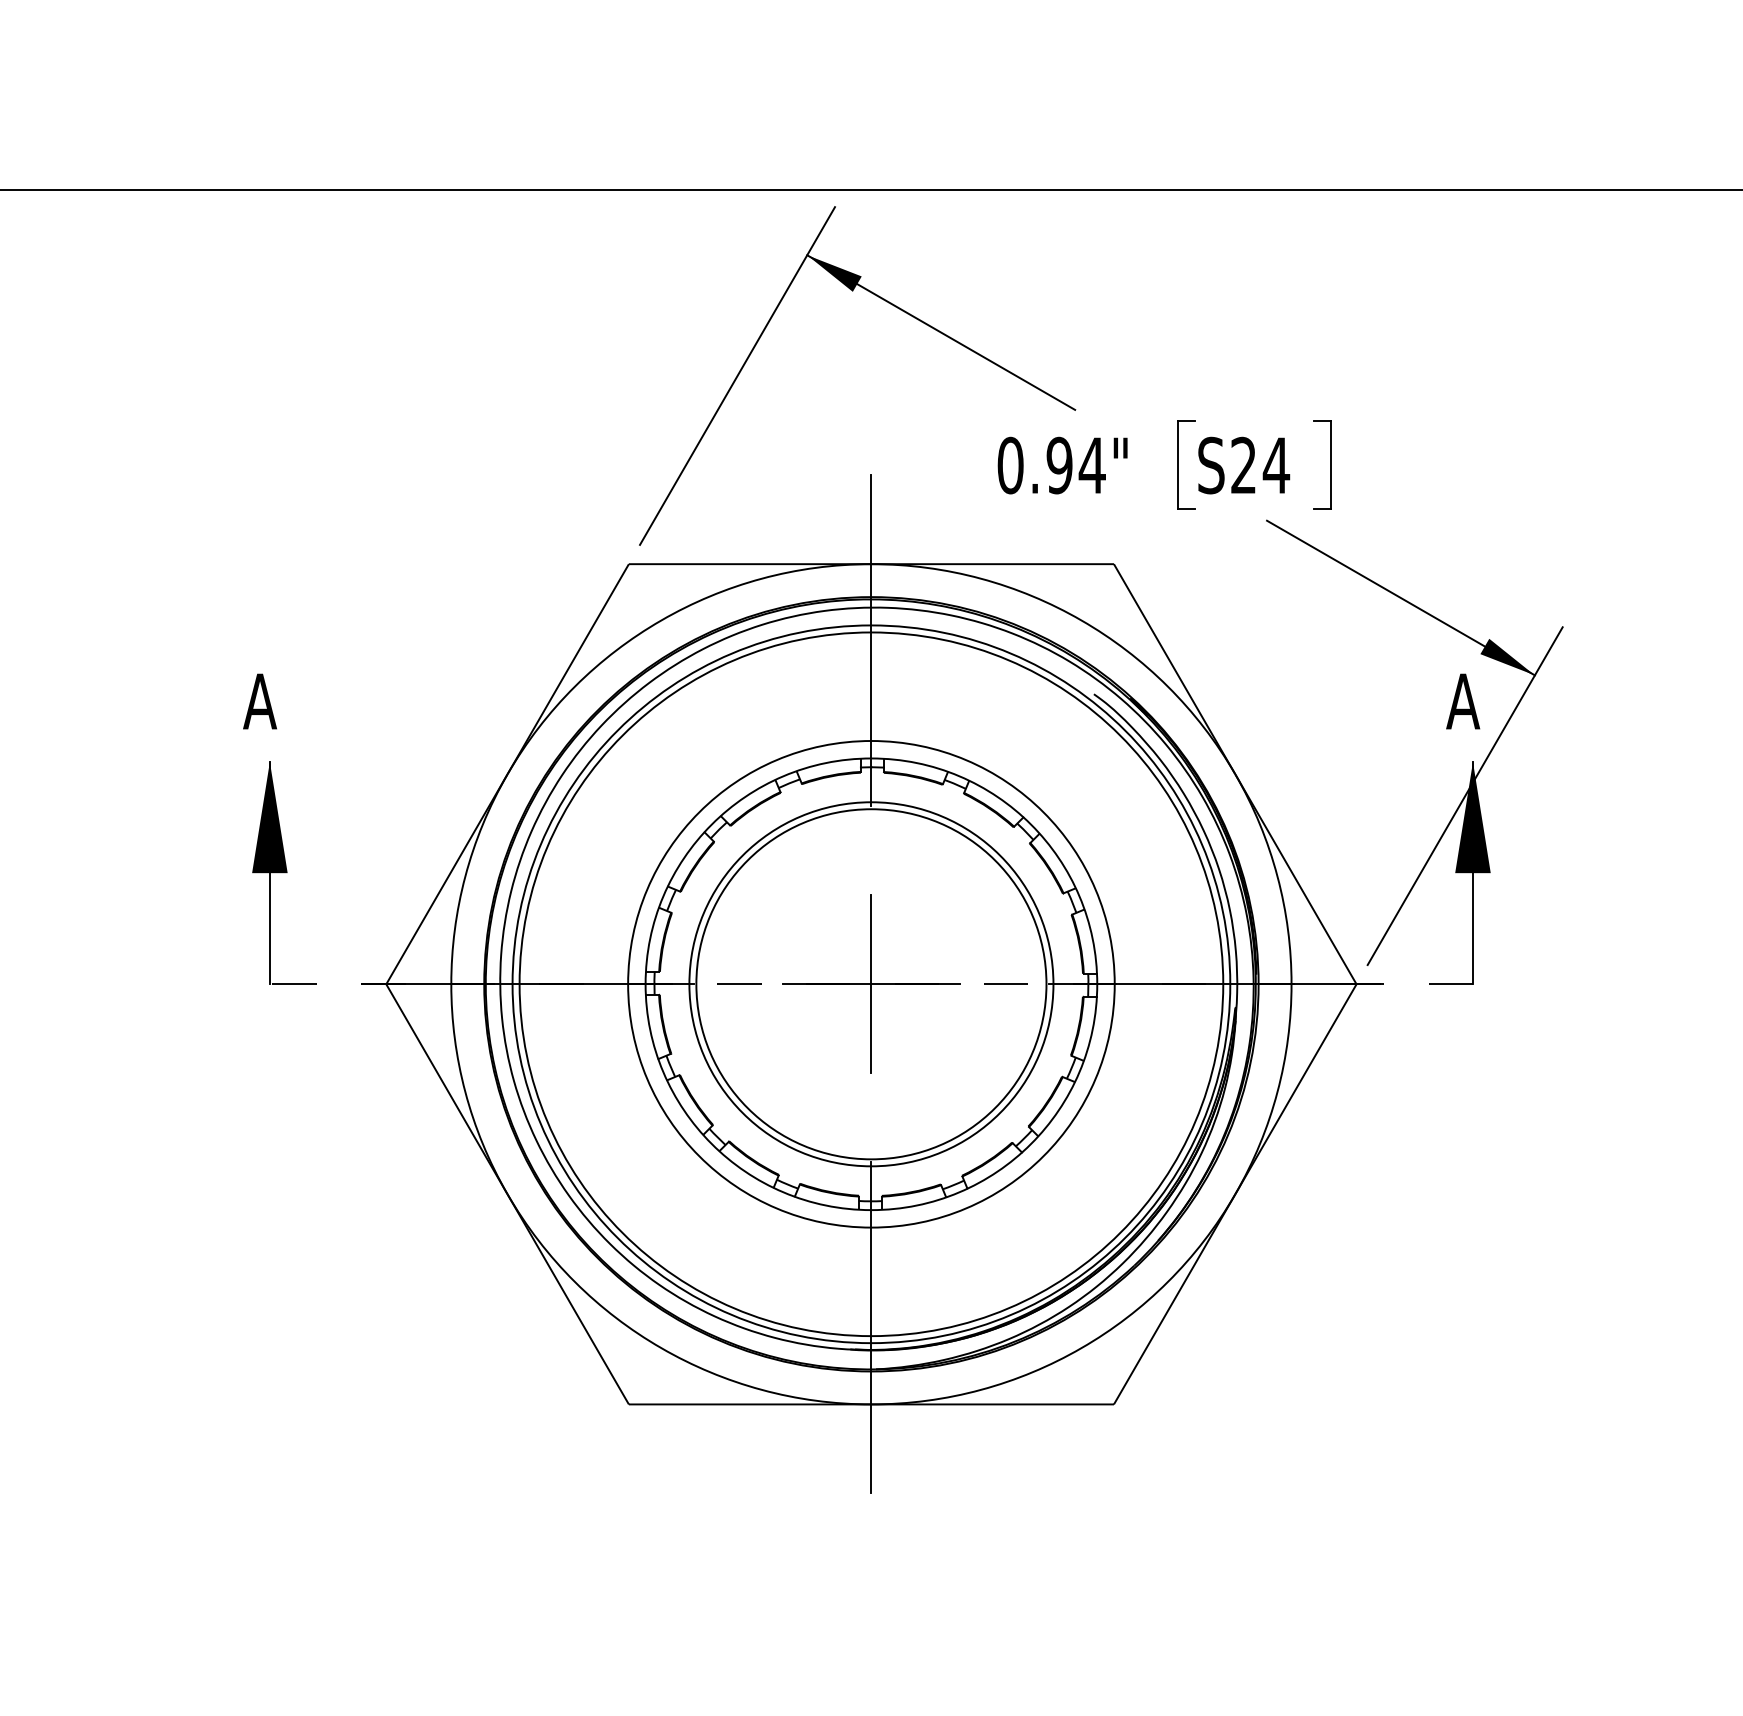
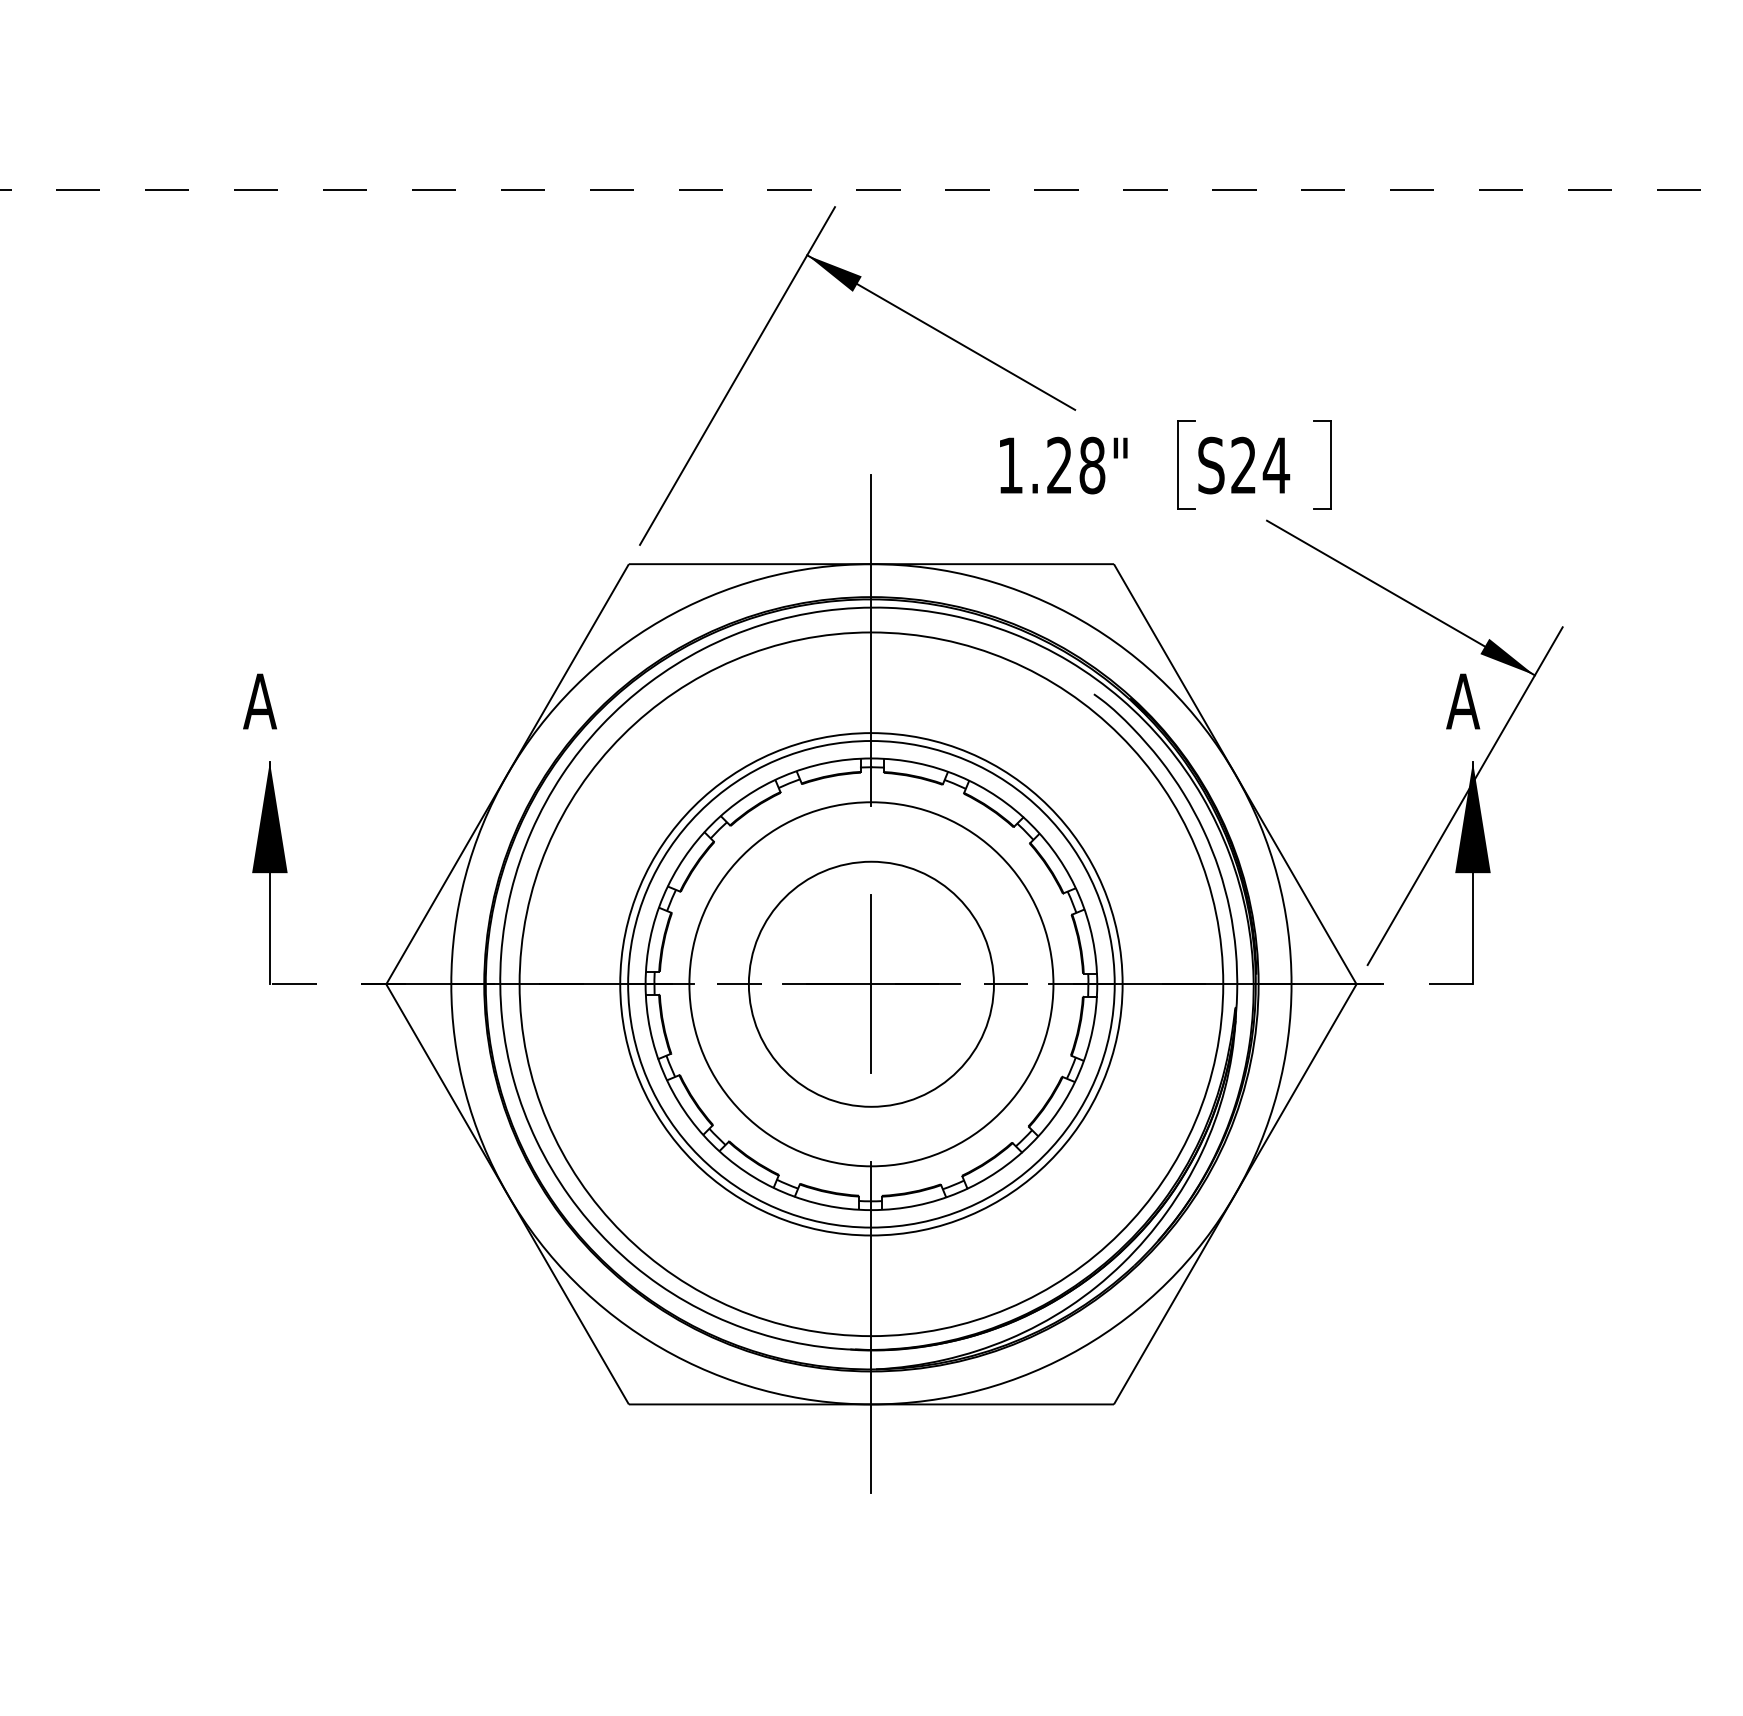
line at (871, 189): solid -> dashed
text at (1051, 465): 0.94" -> 1.28"
circle at (871, 984) diameter: 350 px -> 245 px
circle at (871, 984) diameter: 718 px -> 502 px
